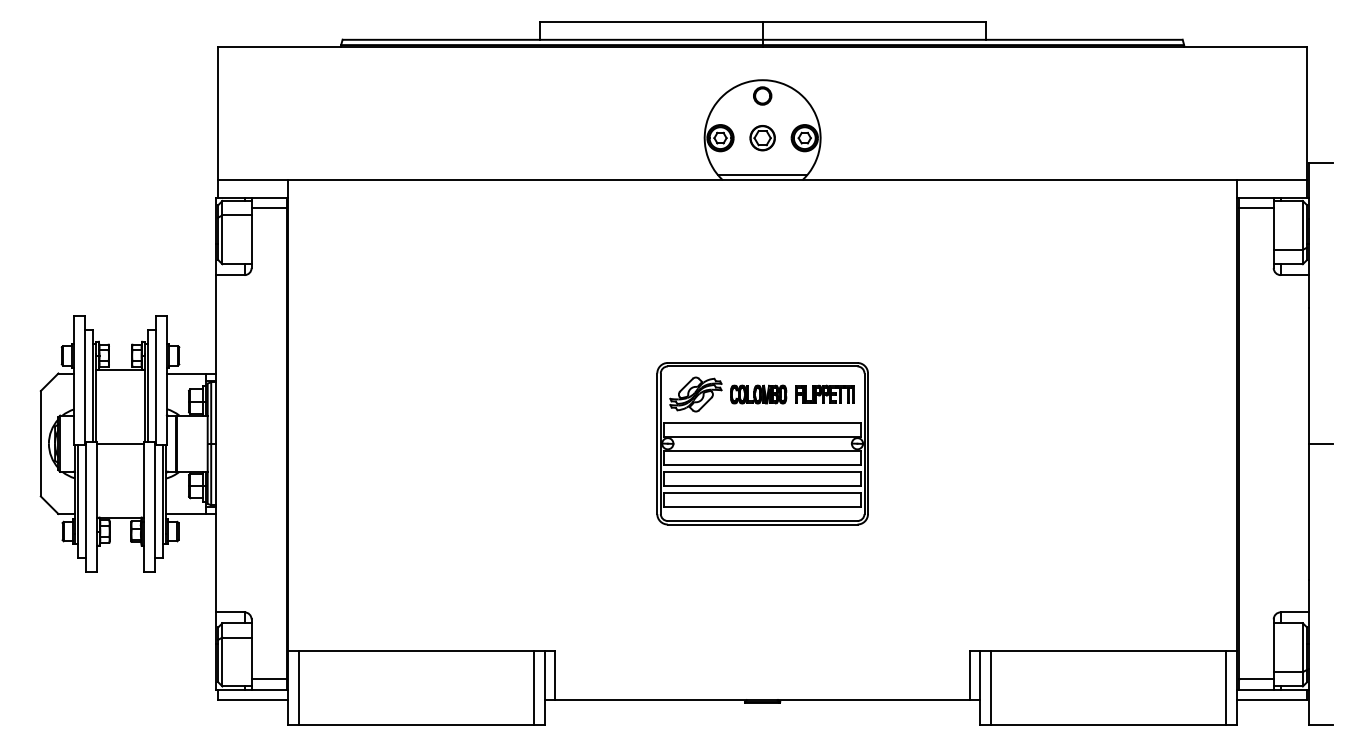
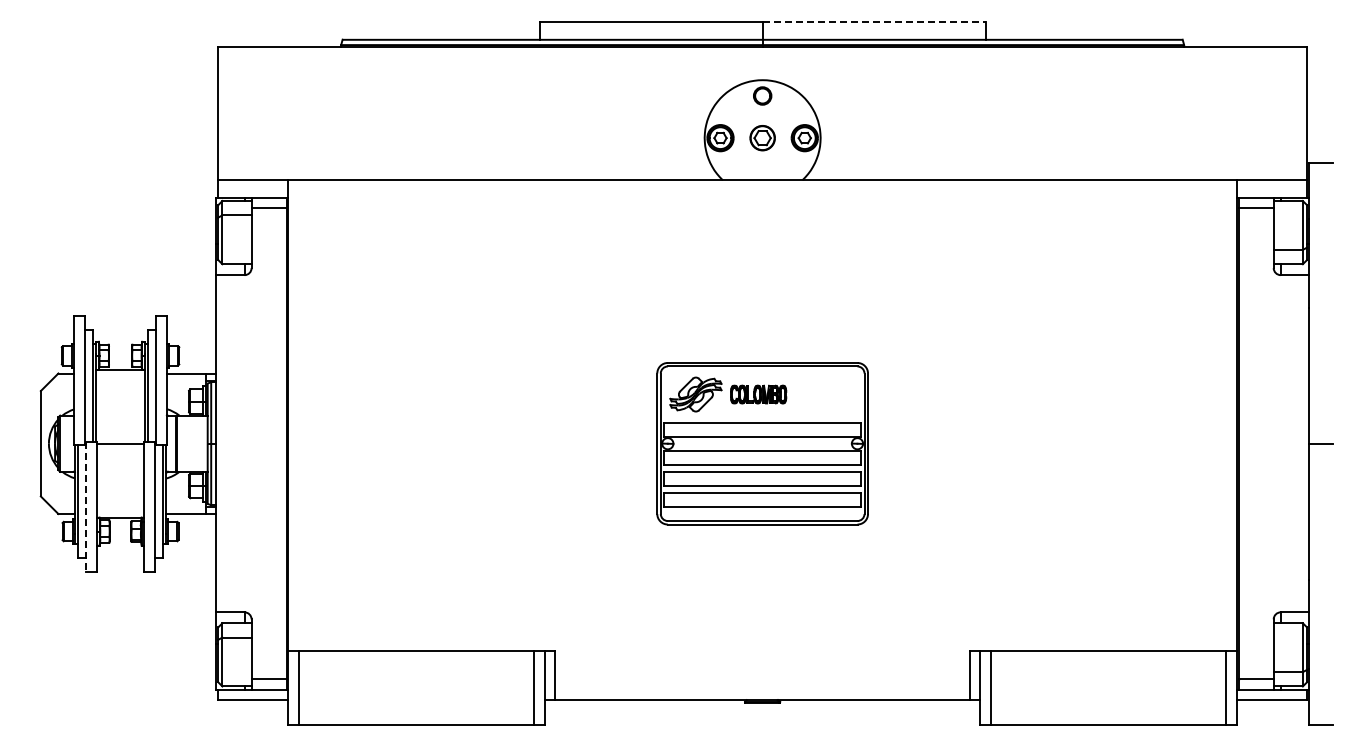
line at (874, 22): solid -> dashed
line at (762, 175): present -> none
part at (824, 393): present -> none
line at (86, 507): solid -> dashed
